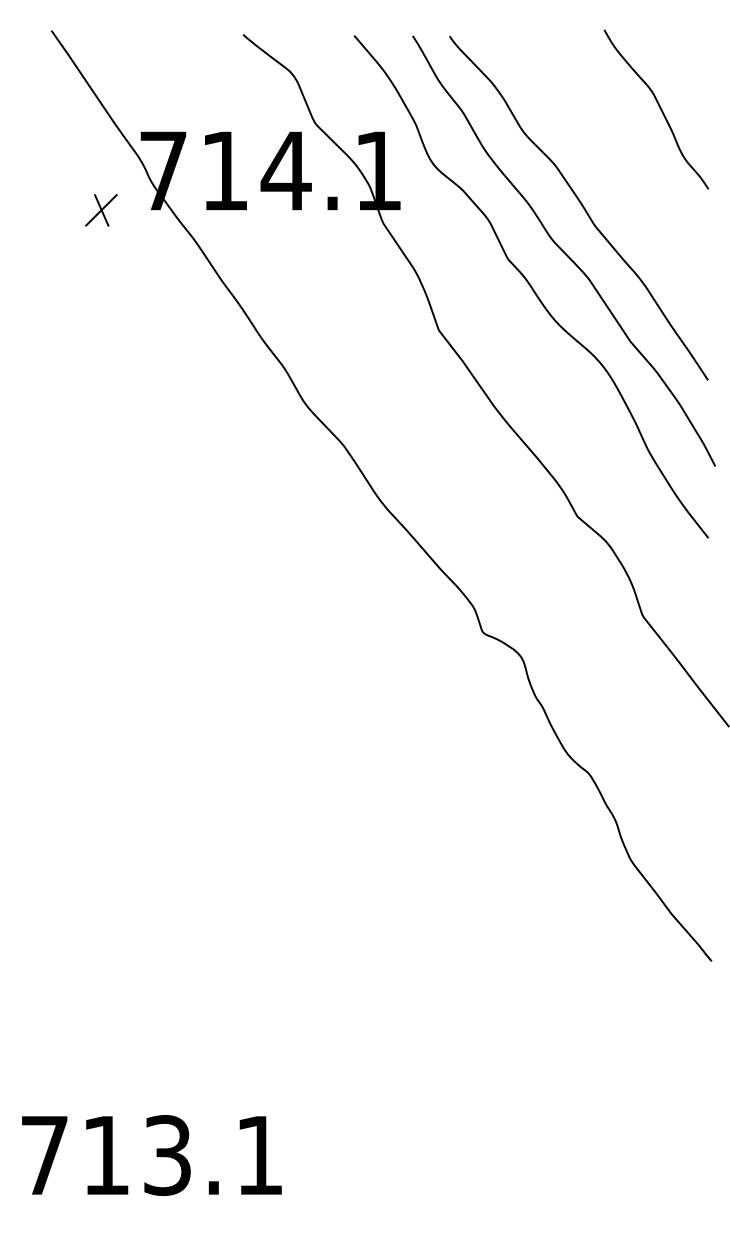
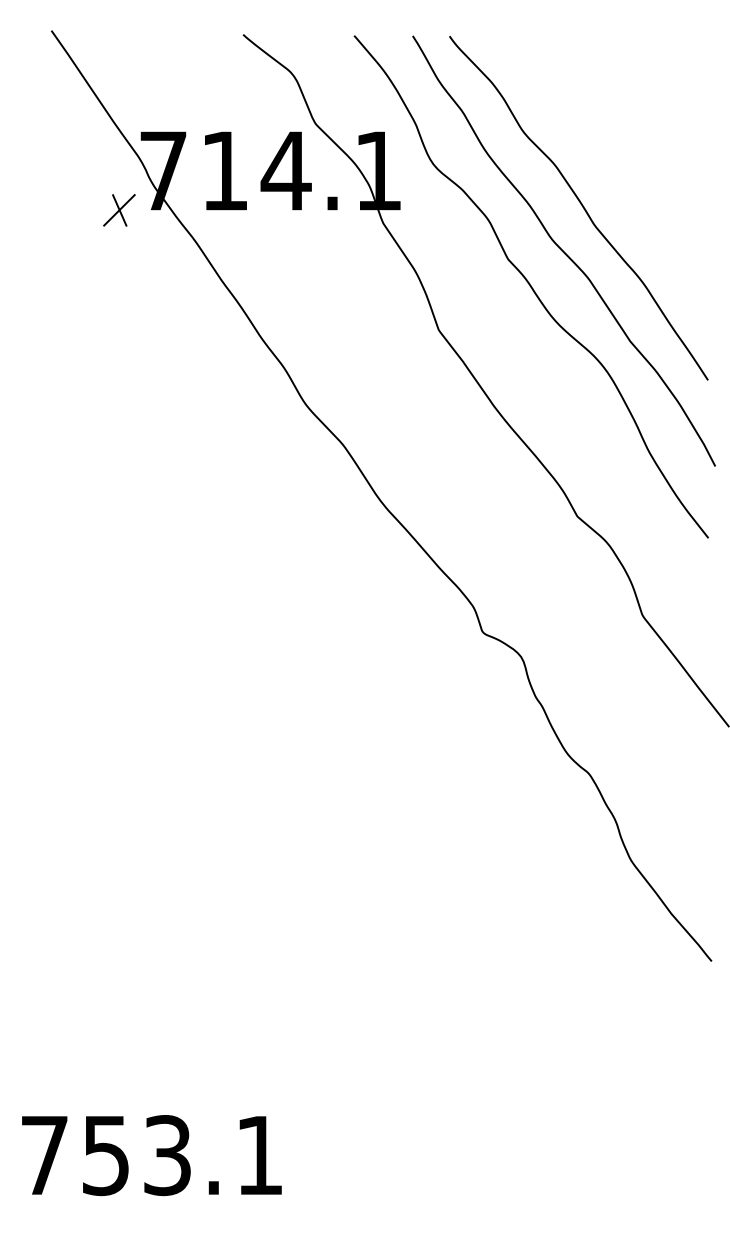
curve at (659, 108): present -> none
part at (101, 210) position: (101, 210) -> (119, 210)
text at (105, 1156): 713.1 -> 753.1
